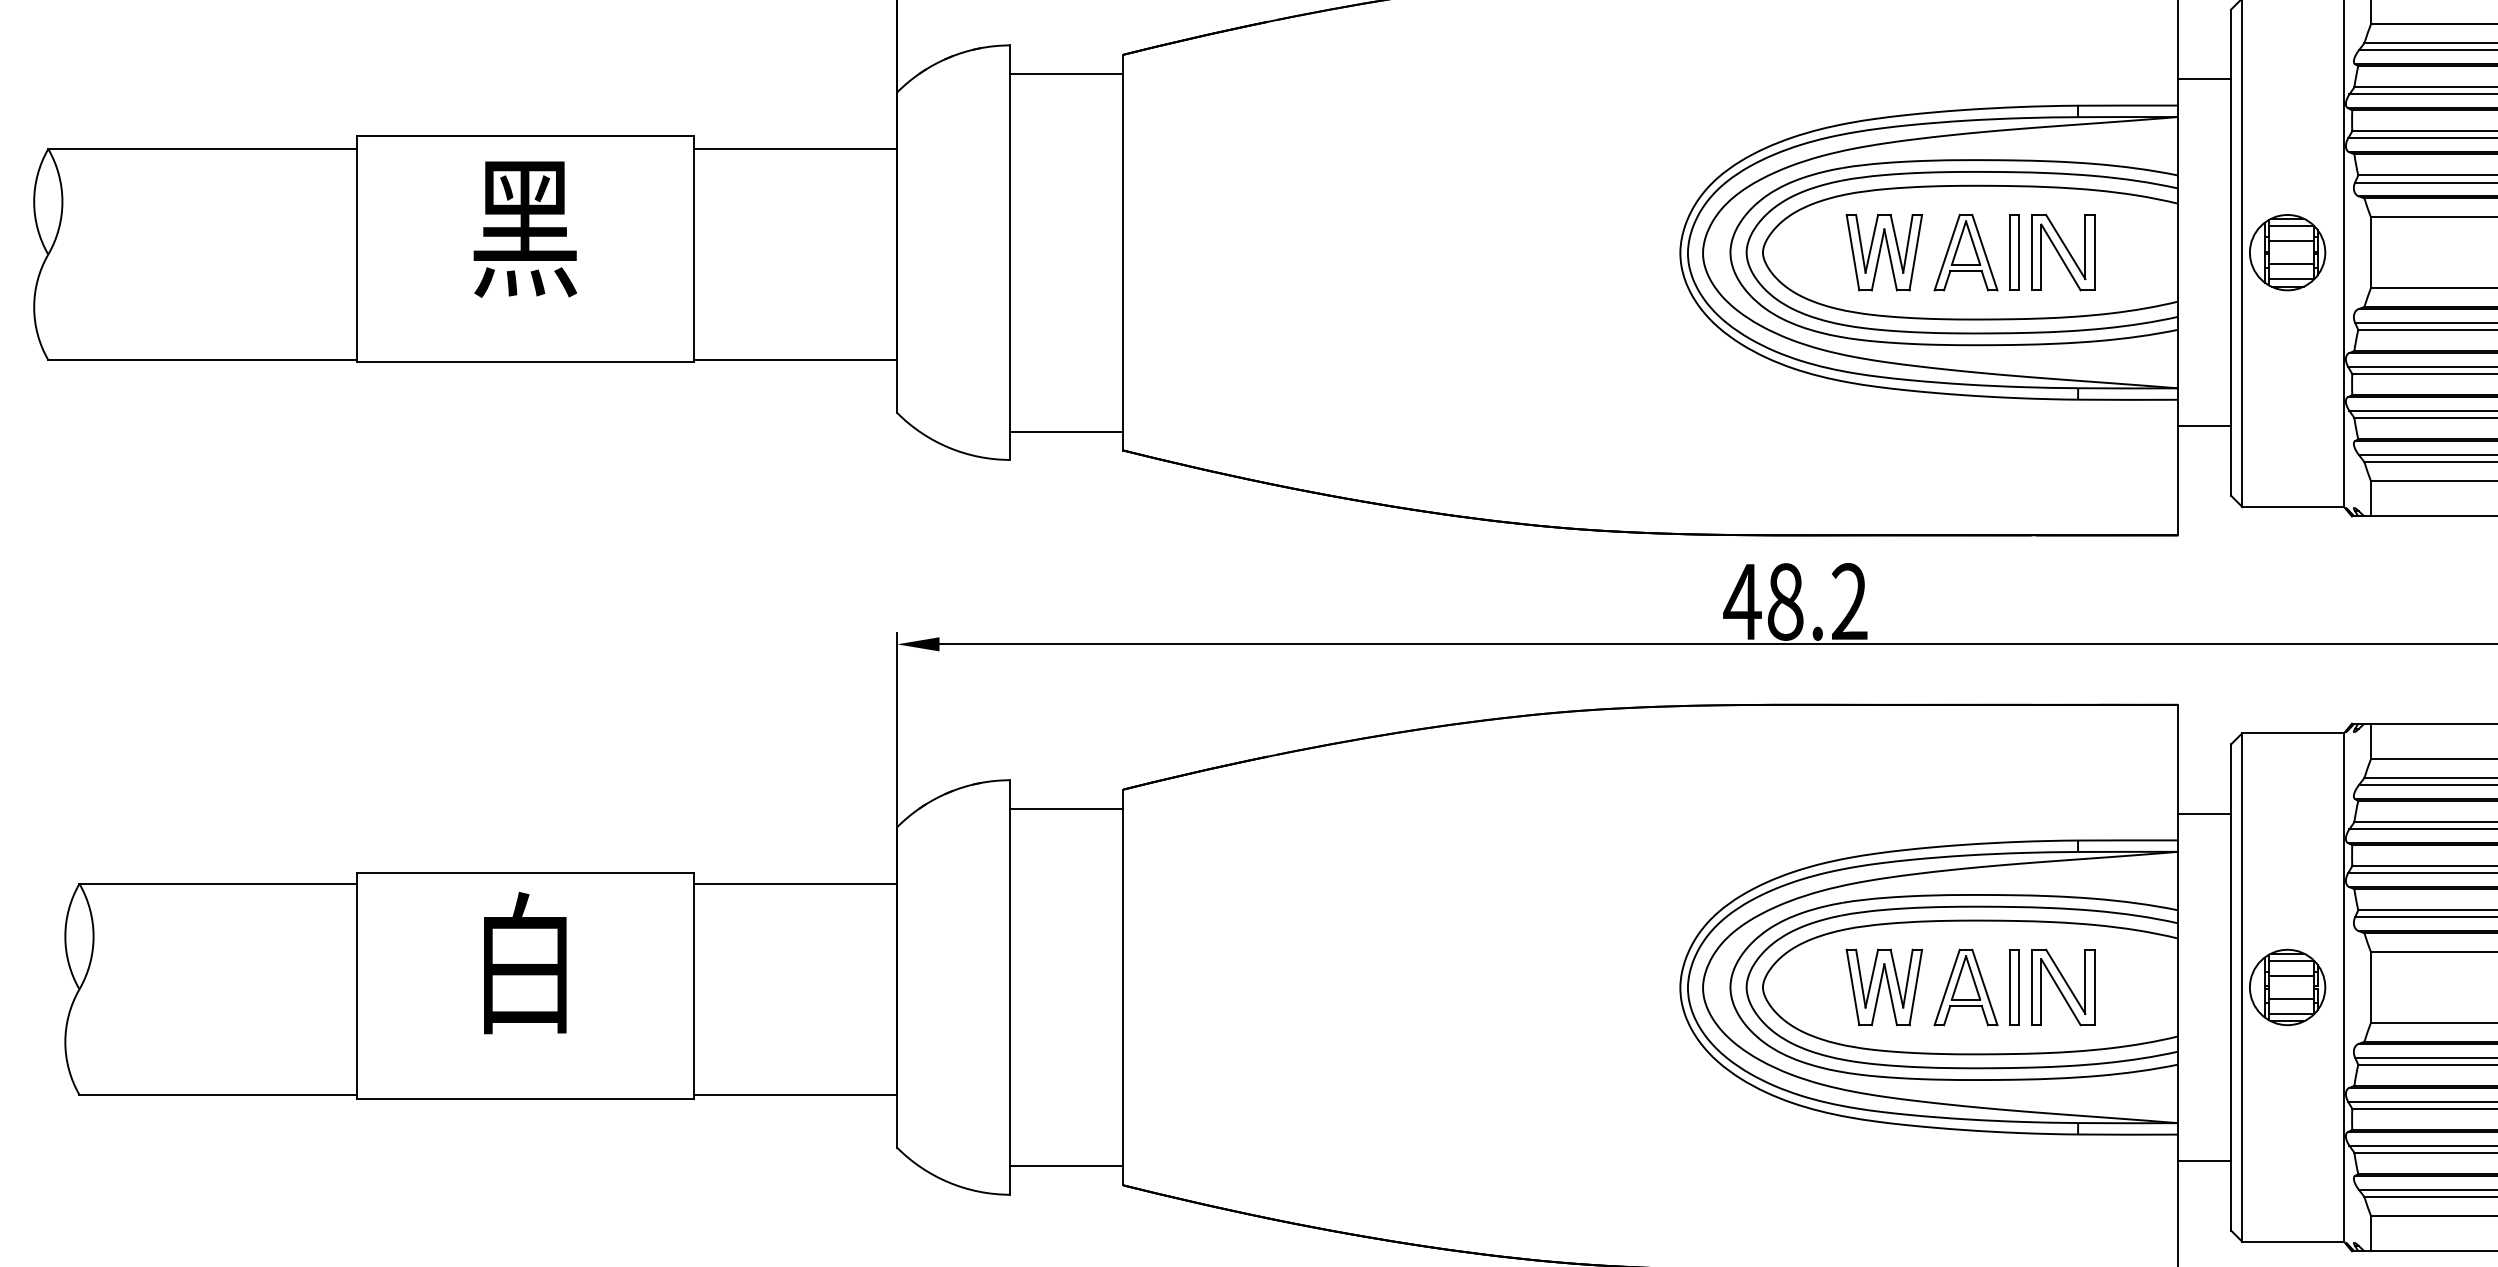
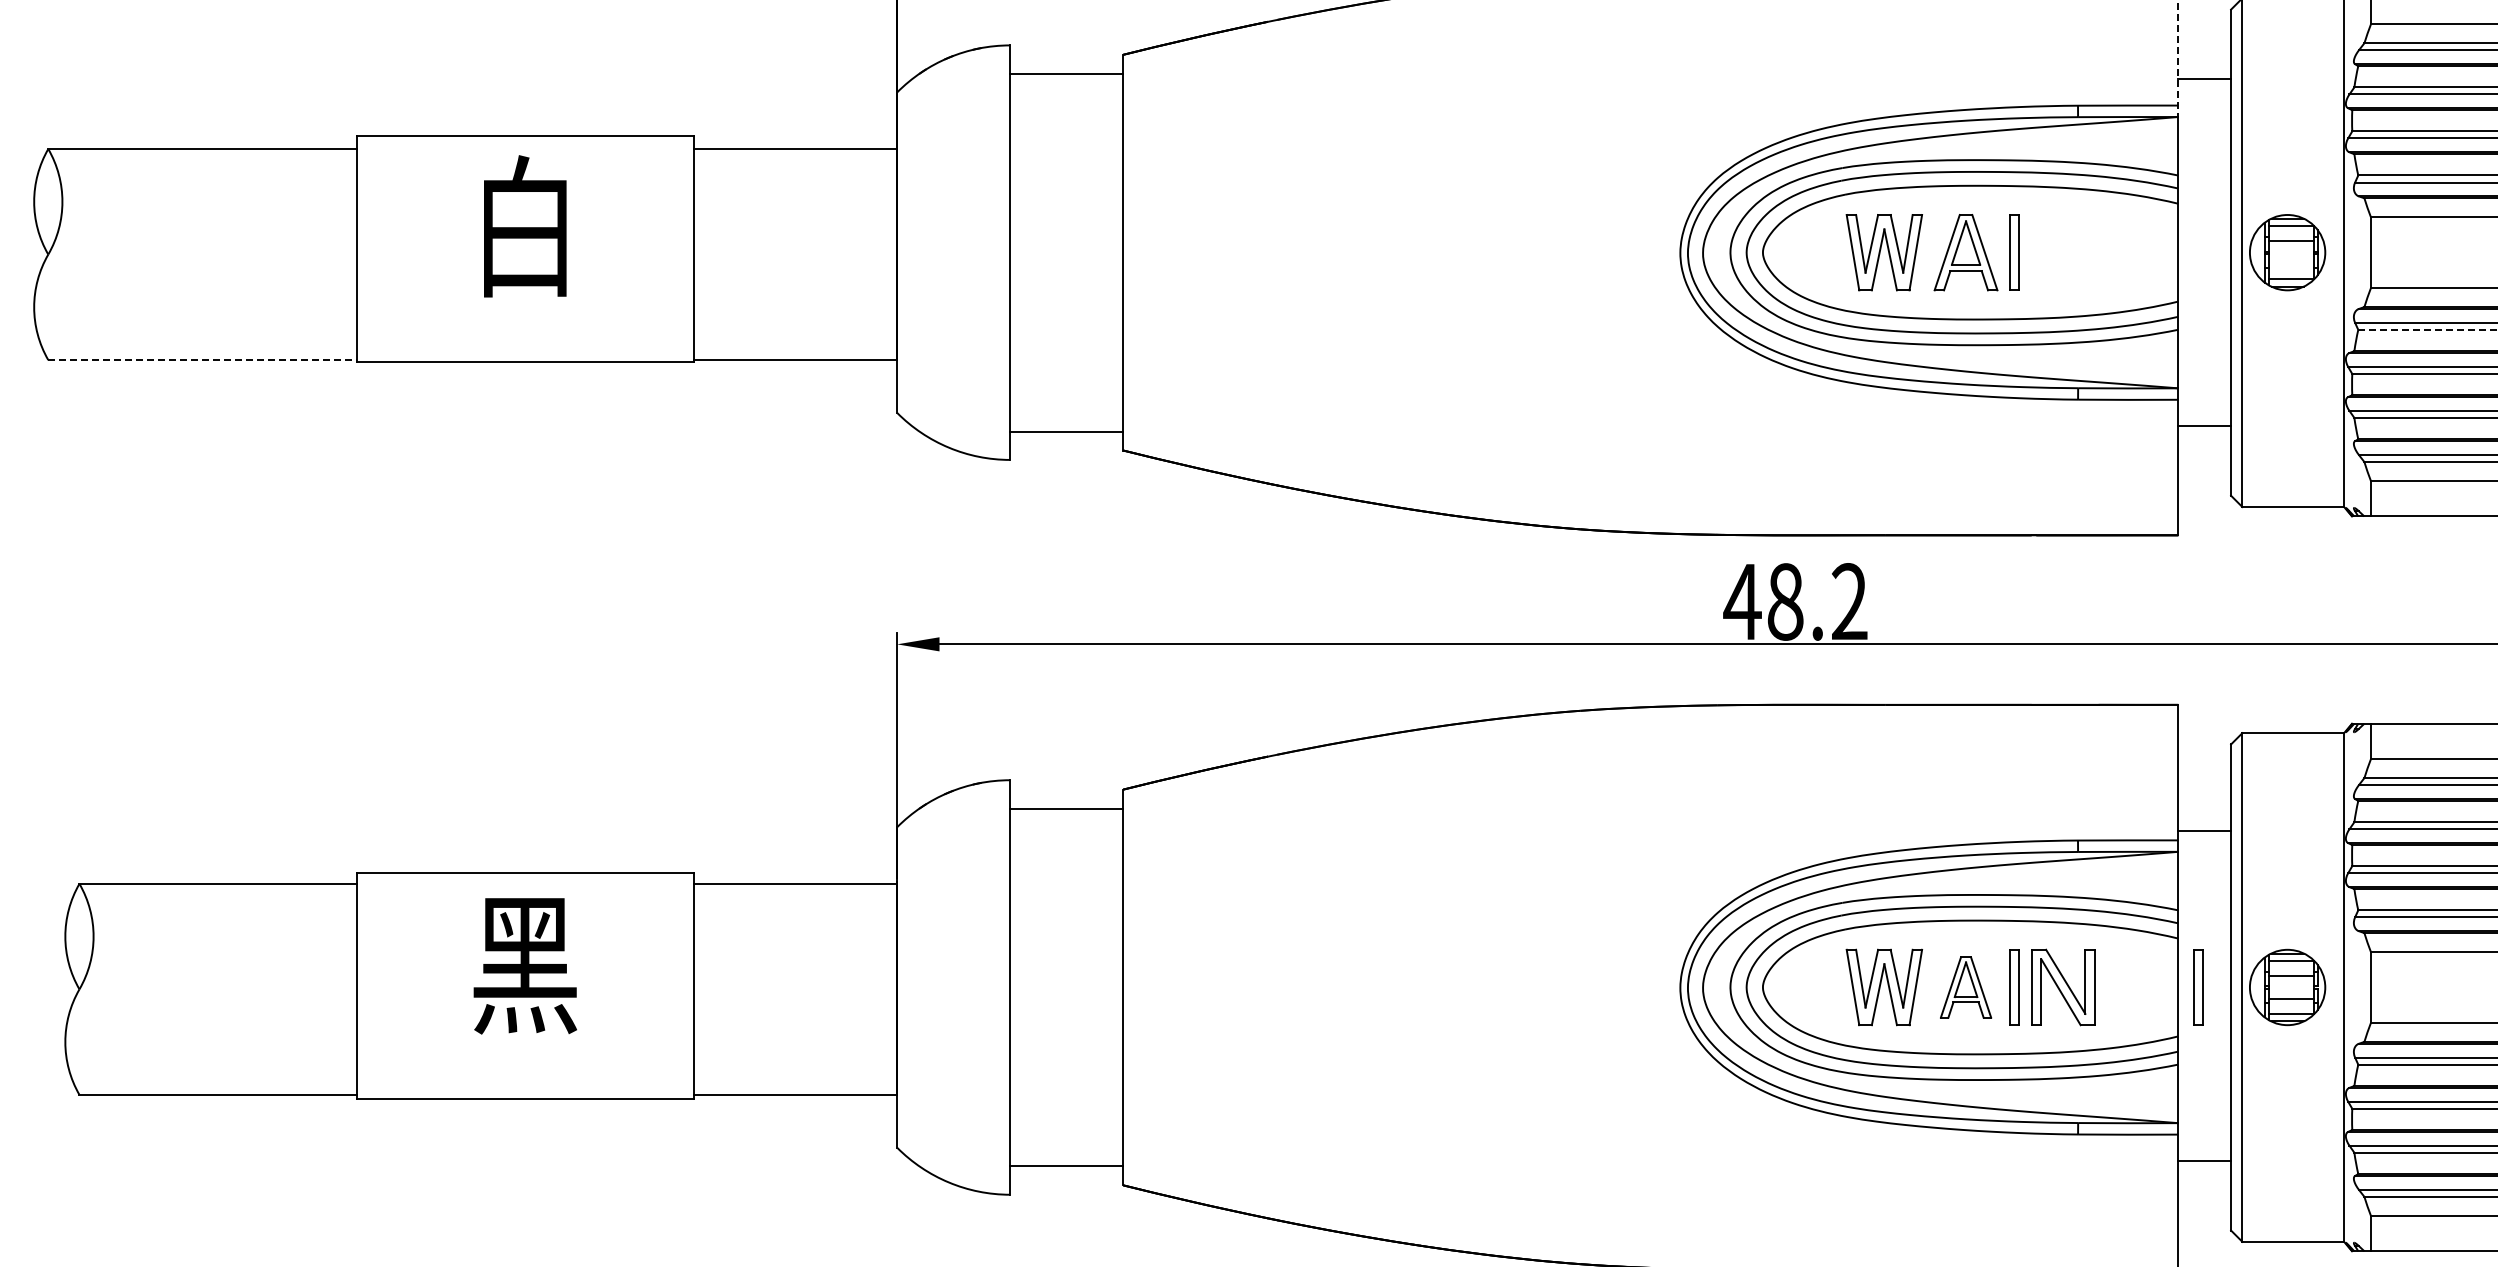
line at (2178, 59): solid -> dashed
text at (525, 226): 黑 -> 白
part at (2063, 252): present -> none
line at (2290, 263): present -> none
line at (2428, 329): solid -> dashed
line at (202, 360): solid -> dashed
line at (2204, 814) position: (2204, 814) -> (2204, 831)
text at (525, 962): 白 -> 黑
part at (1965, 987) size: 66x79 px -> 53x63 px
part at (2198, 987): none -> present
